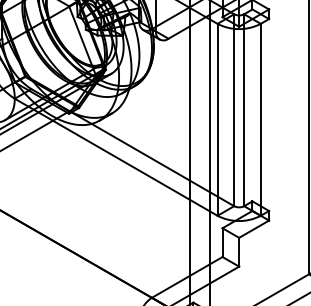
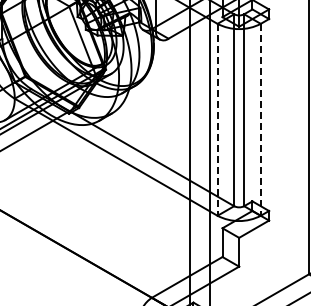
line at (217, 119): solid -> dashed
line at (260, 119): solid -> dashed
